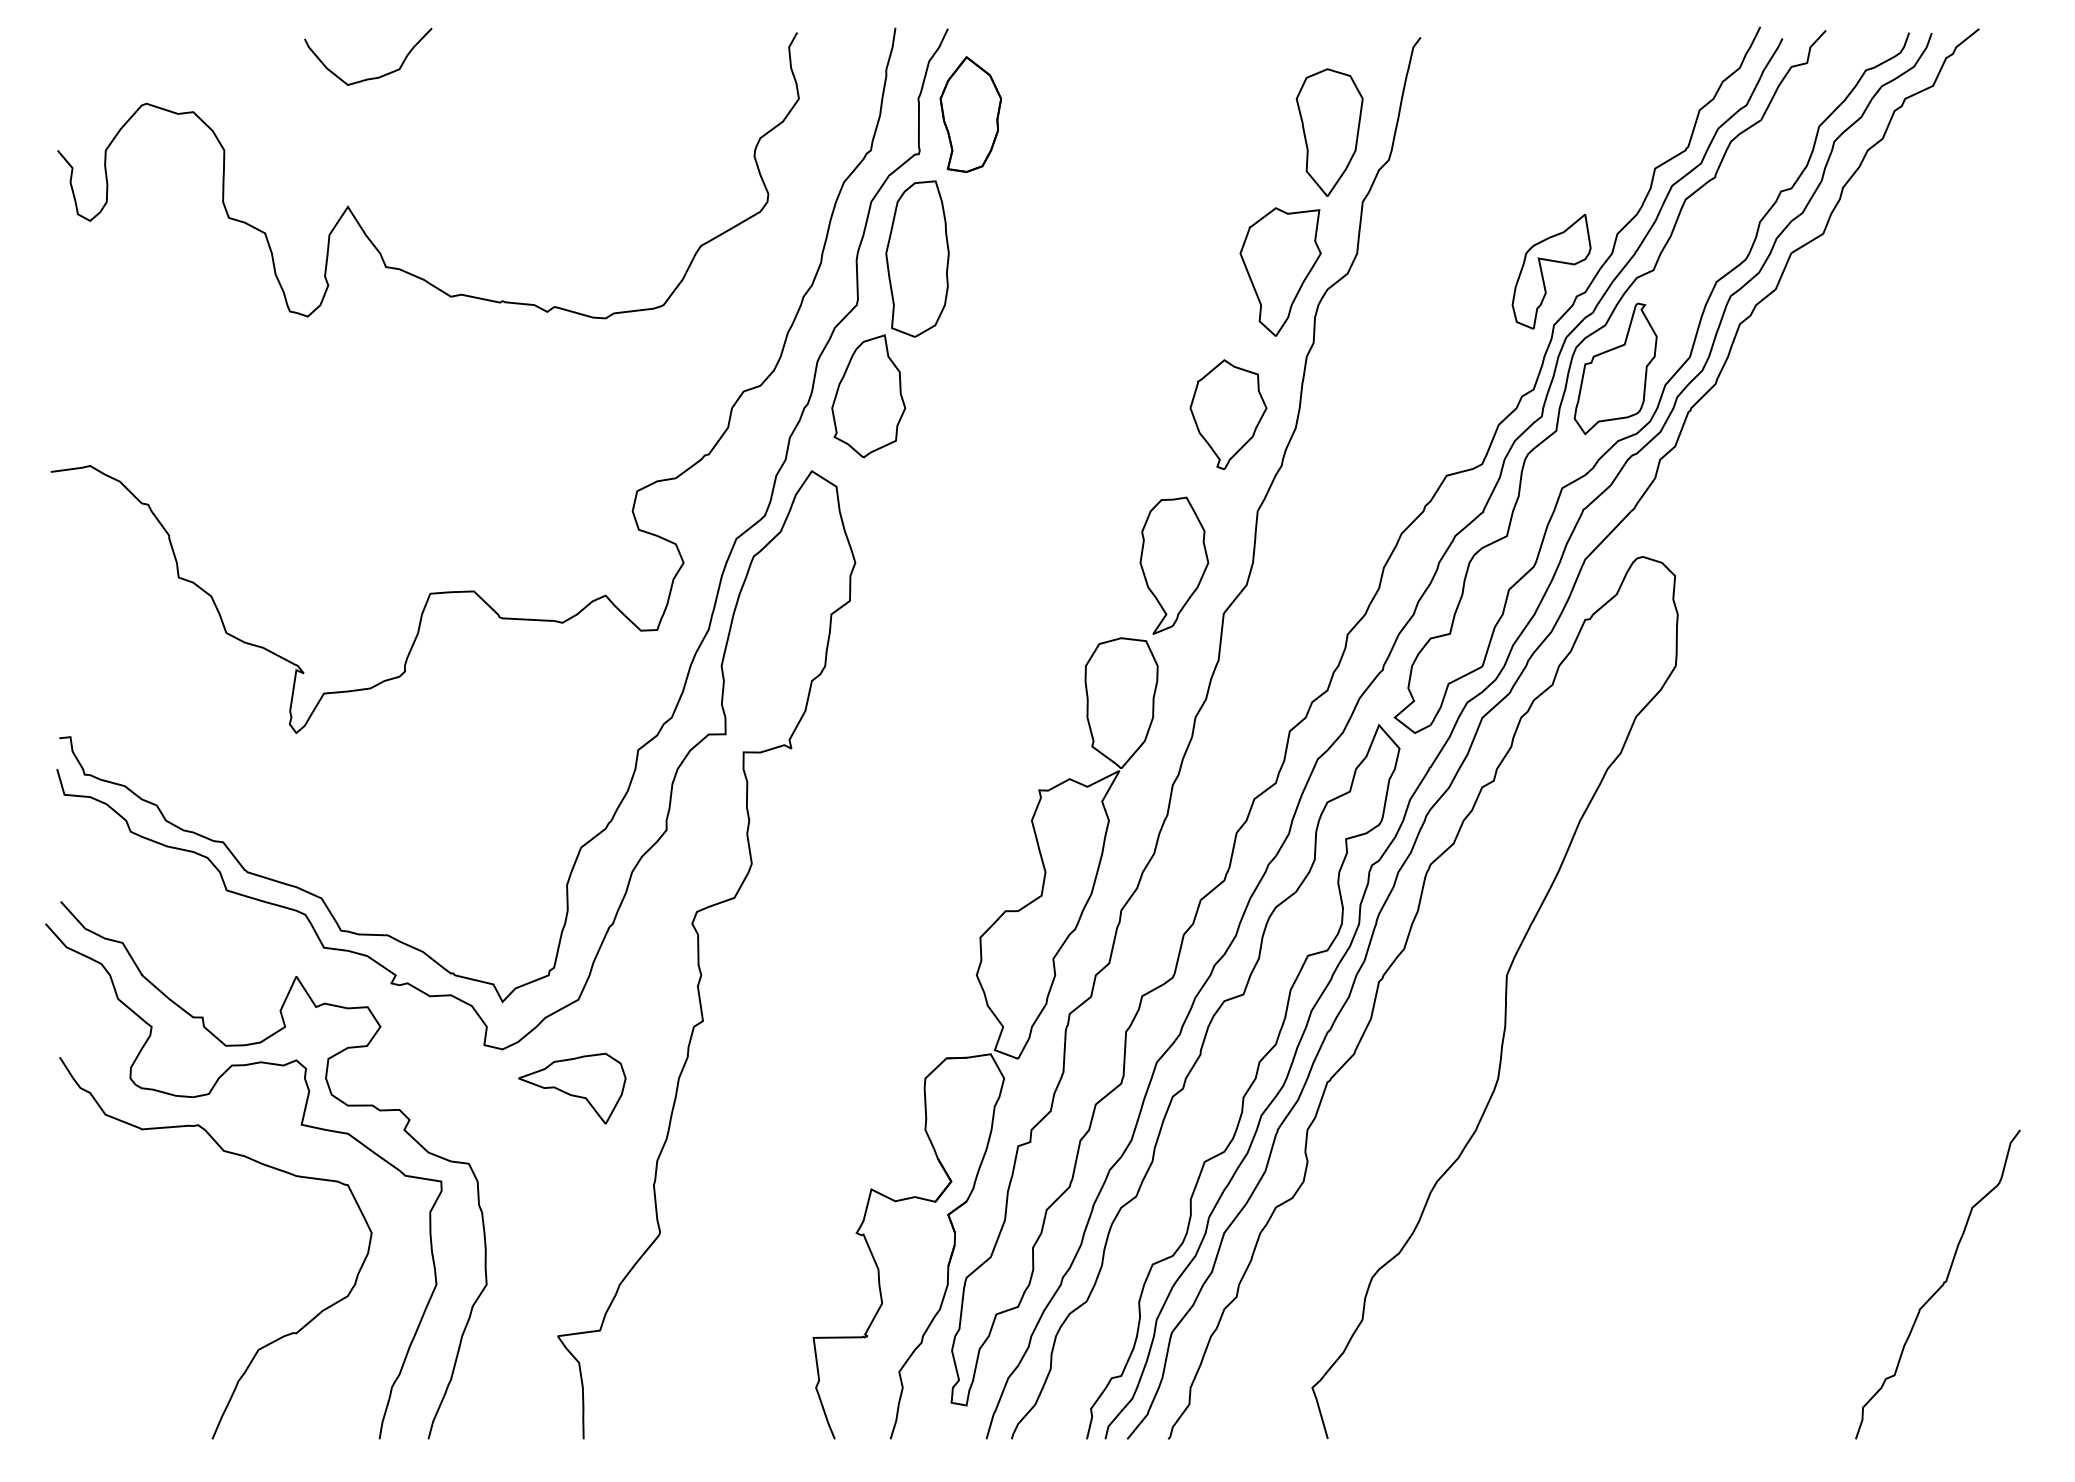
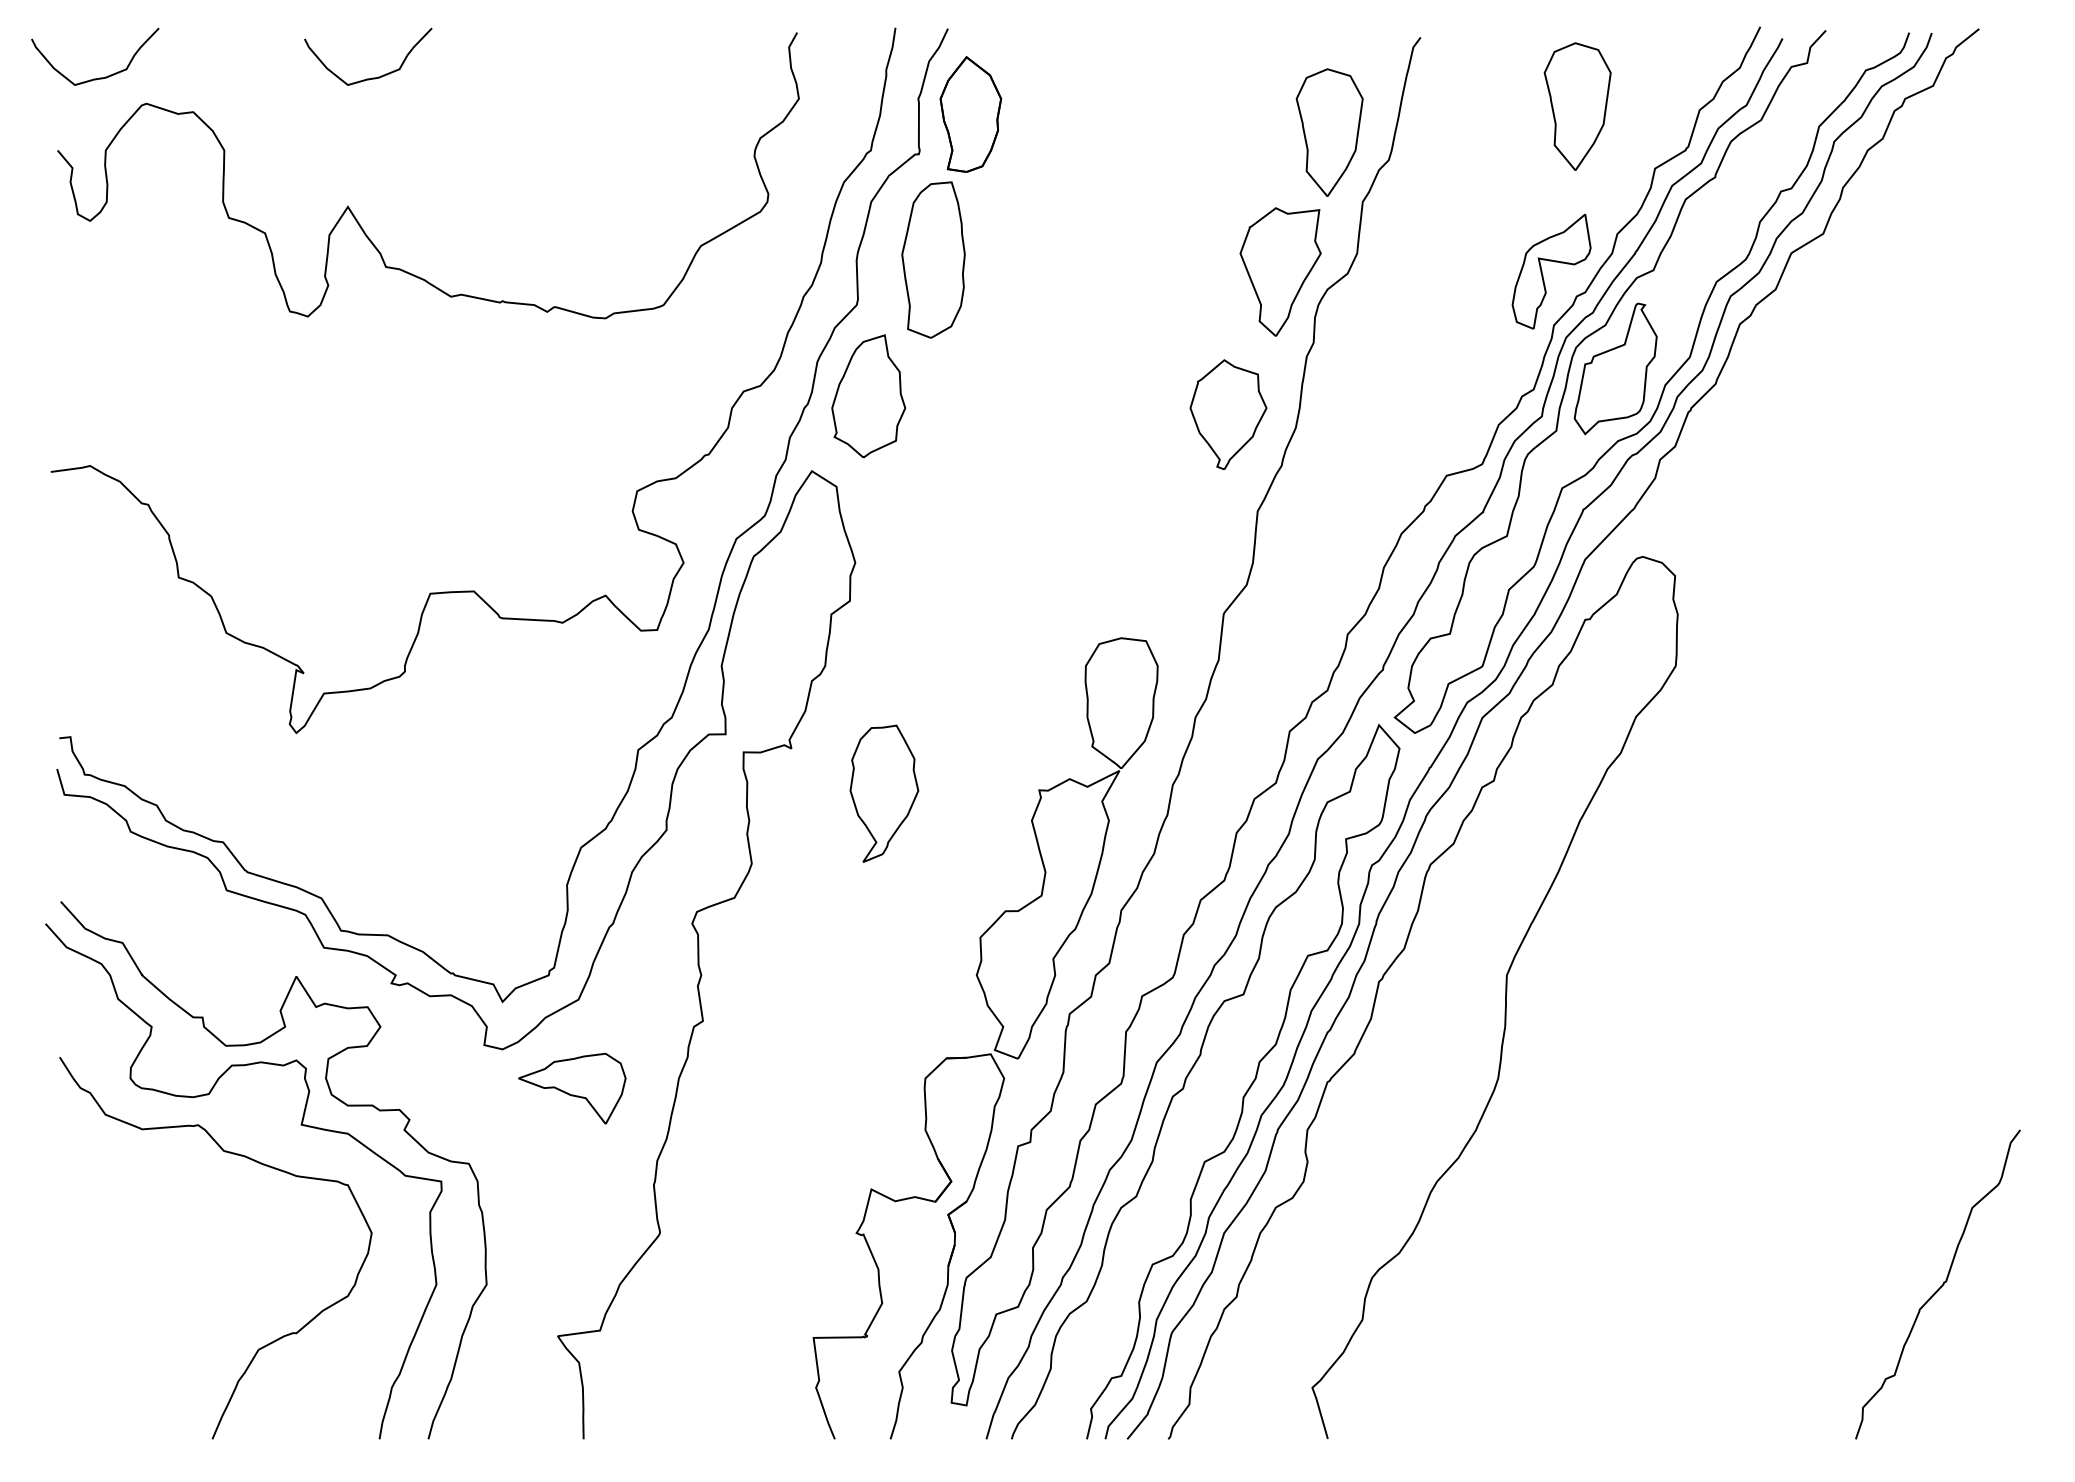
curve at (99, 77): none -> present
part at (1577, 106): none -> present
part at (917, 258) position: (917, 258) -> (933, 259)
part at (1174, 565) position: (1174, 565) -> (884, 793)
